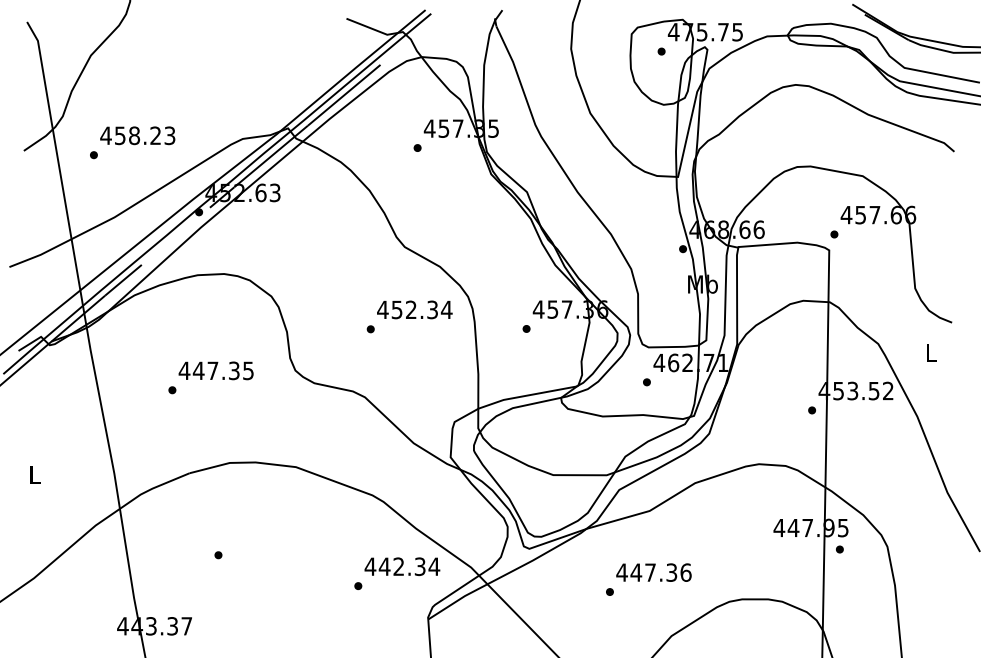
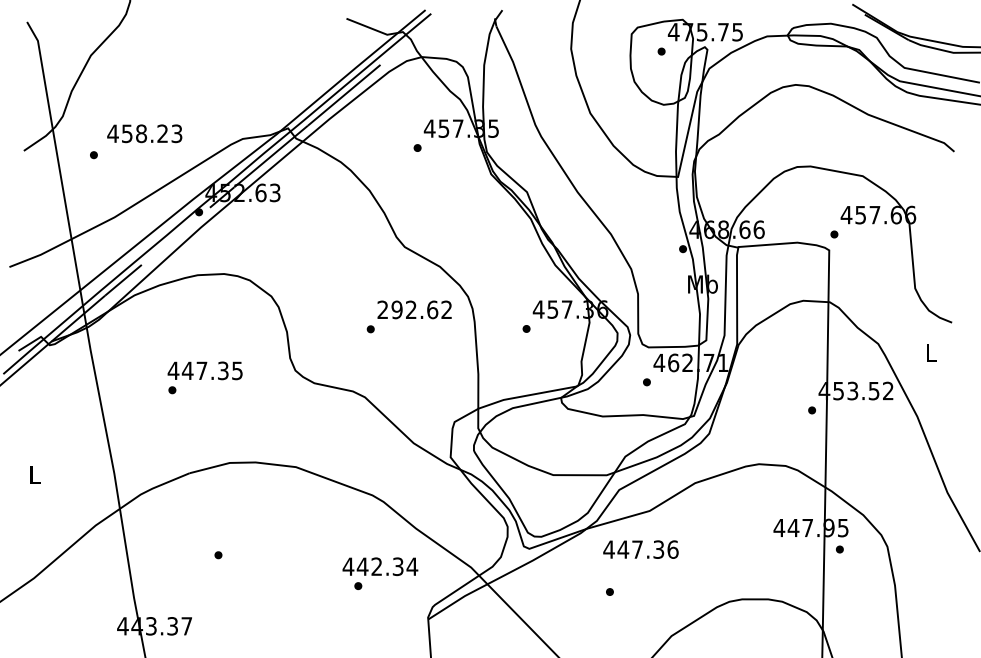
text at (137, 135) position: (137, 135) -> (144, 133)
text at (414, 309): 452.34 -> 292.62
text at (215, 370) position: (215, 370) -> (204, 370)
text at (402, 566) position: (402, 566) -> (380, 566)
text at (653, 572) position: (653, 572) -> (640, 549)
